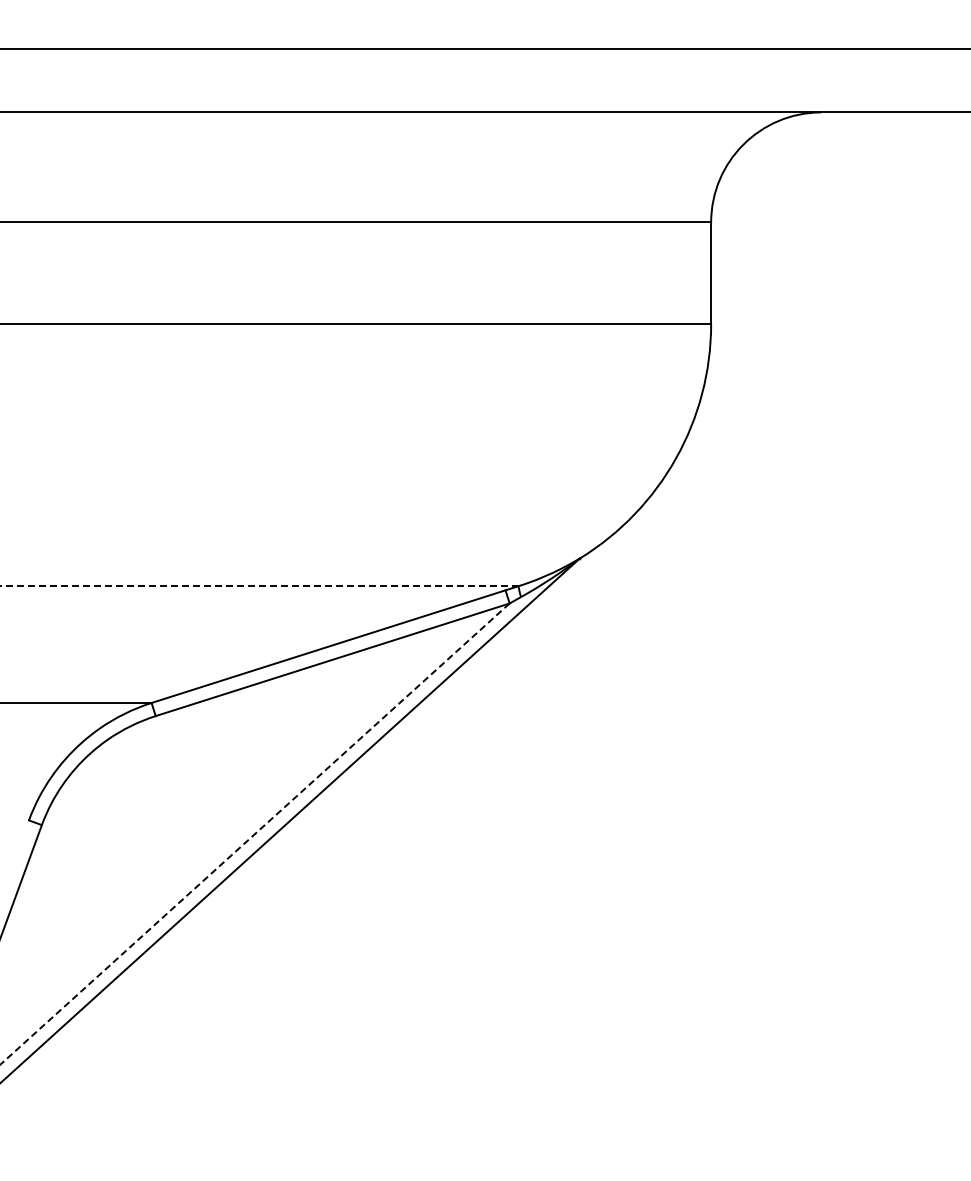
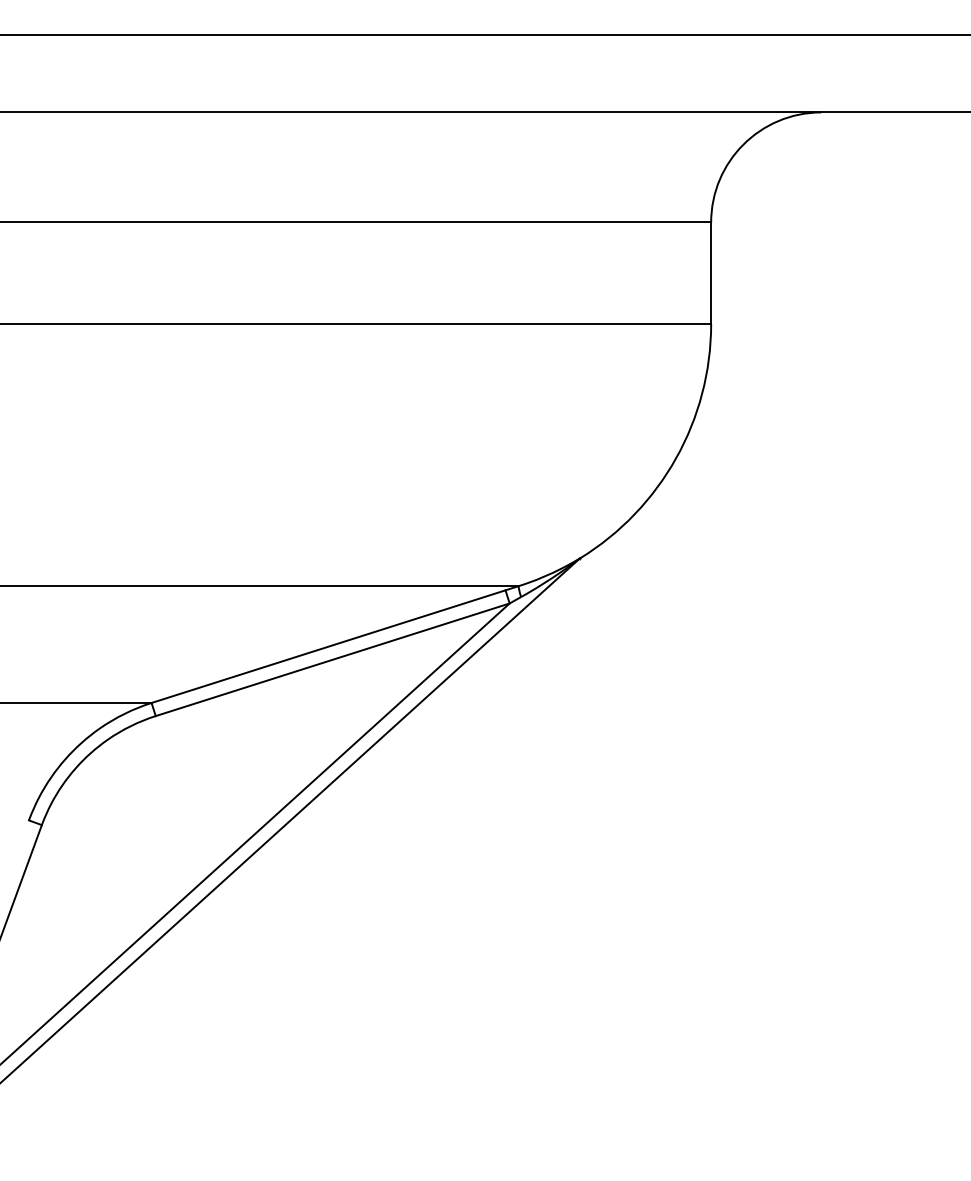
line at (484, 49) position: (484, 49) -> (484, 35)
line at (258, 586): dashed -> solid
line at (254, 834): dashed -> solid
